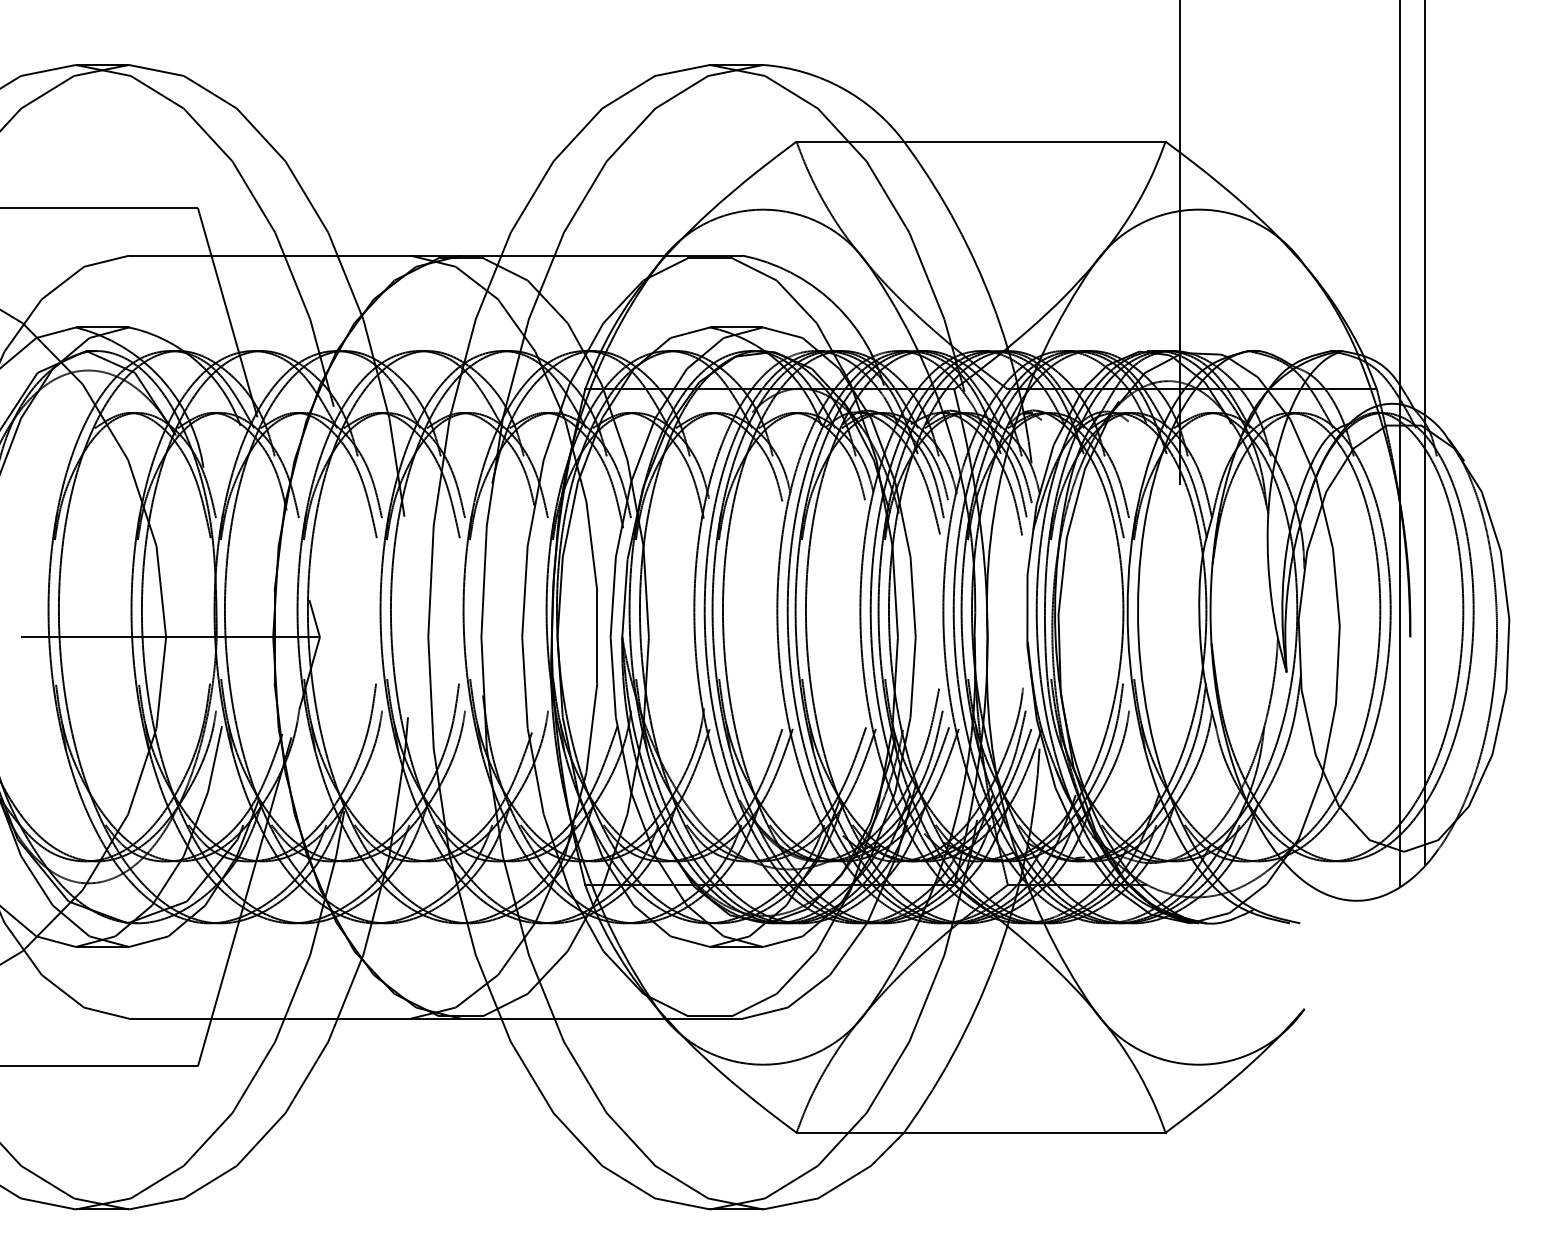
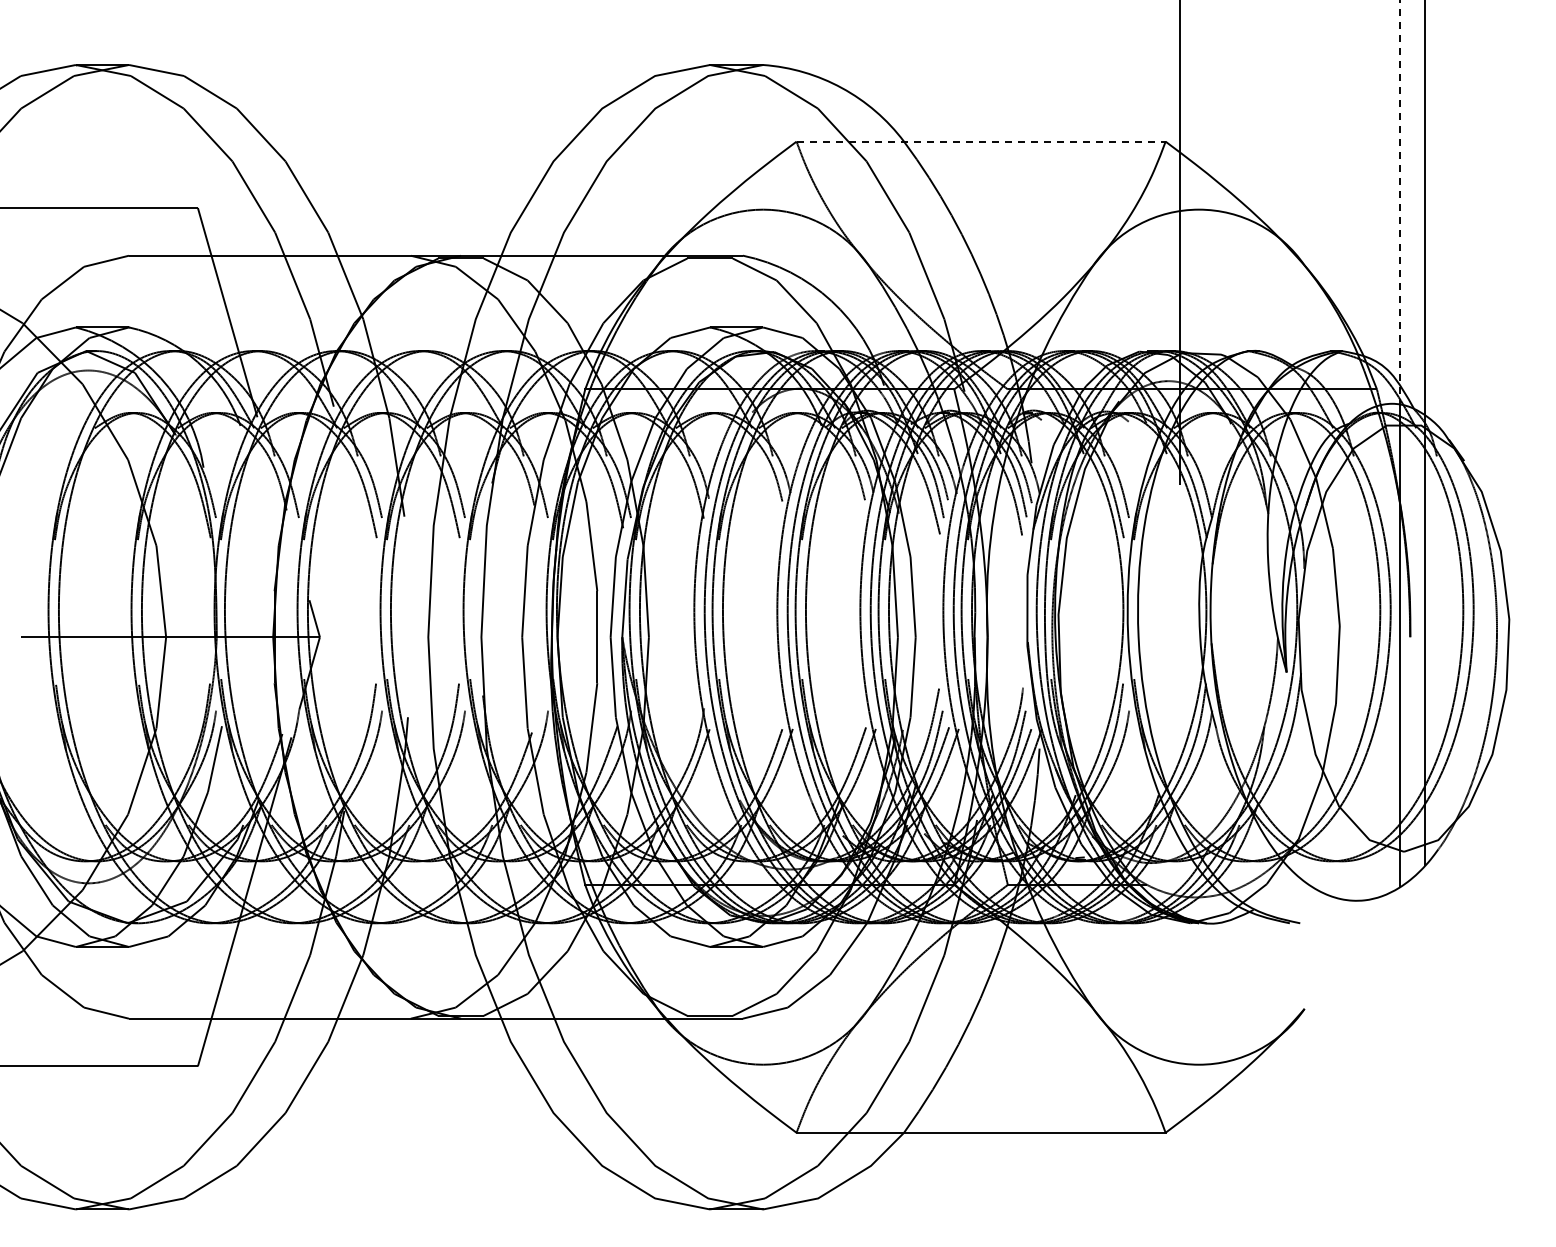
line at (981, 141): solid -> dashed
line at (1400, 203): solid -> dashed
